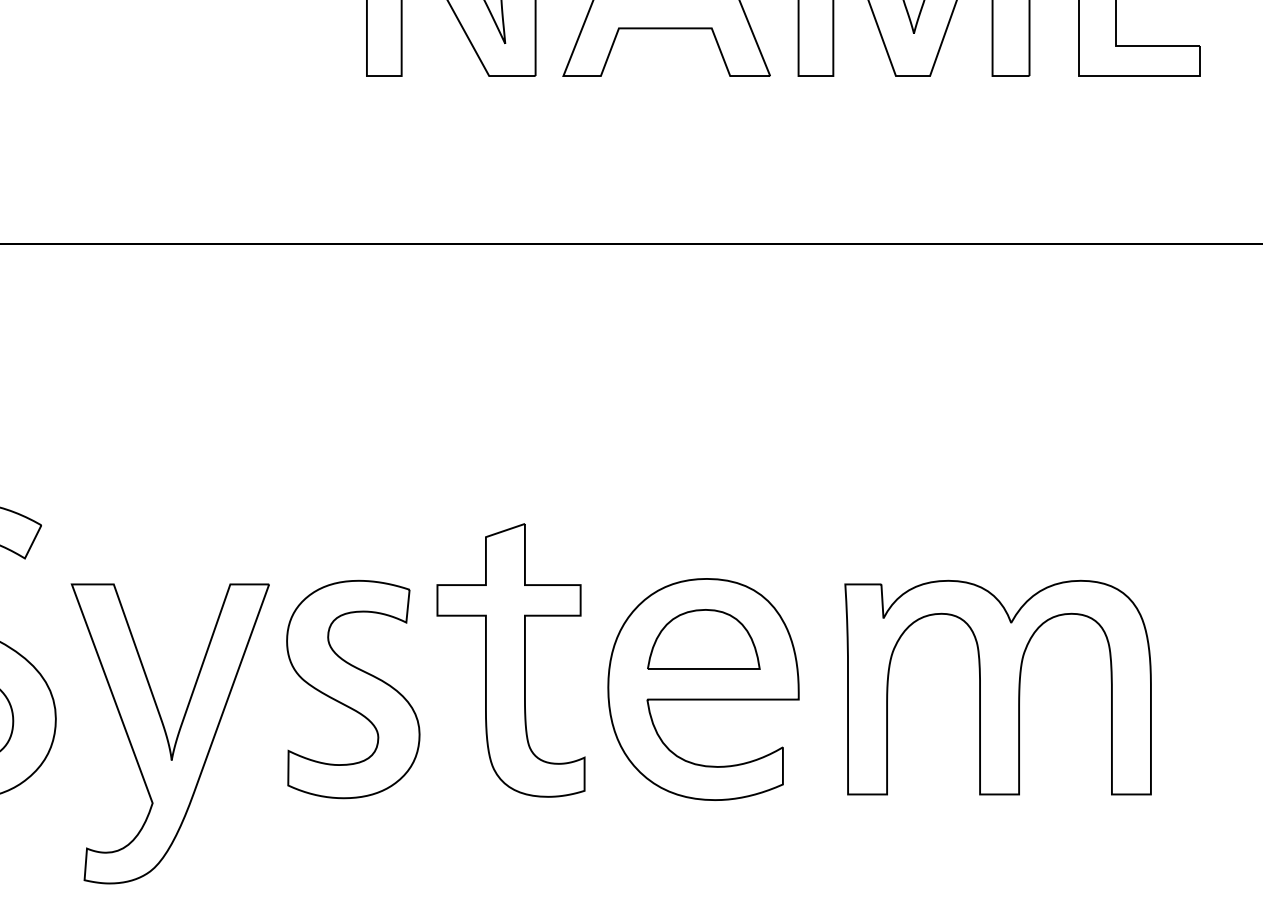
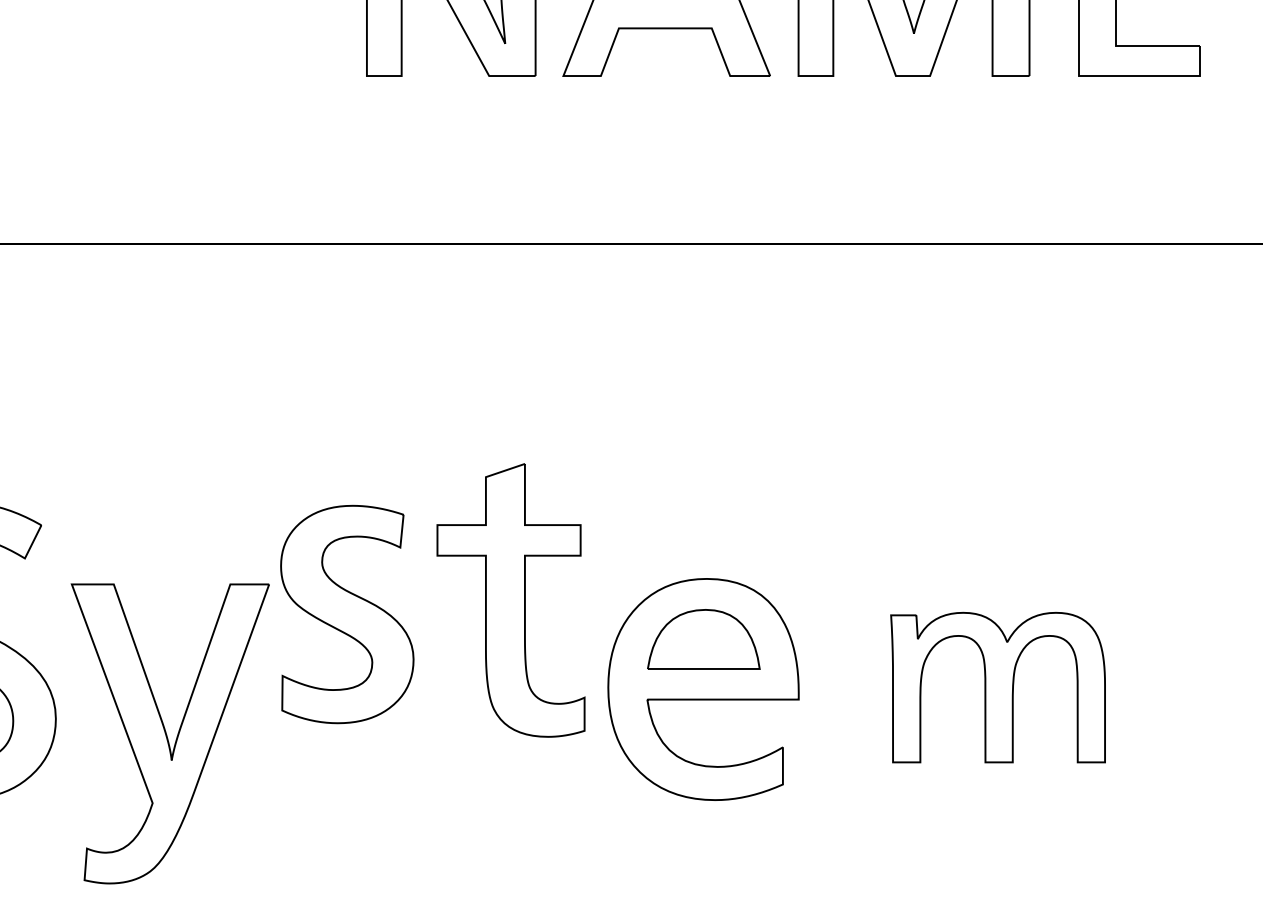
part at (510, 660) position: (510, 660) -> (510, 600)
part at (997, 687) size: 308x217 px -> 216x153 px
part at (353, 689) position: (353, 689) -> (347, 614)
